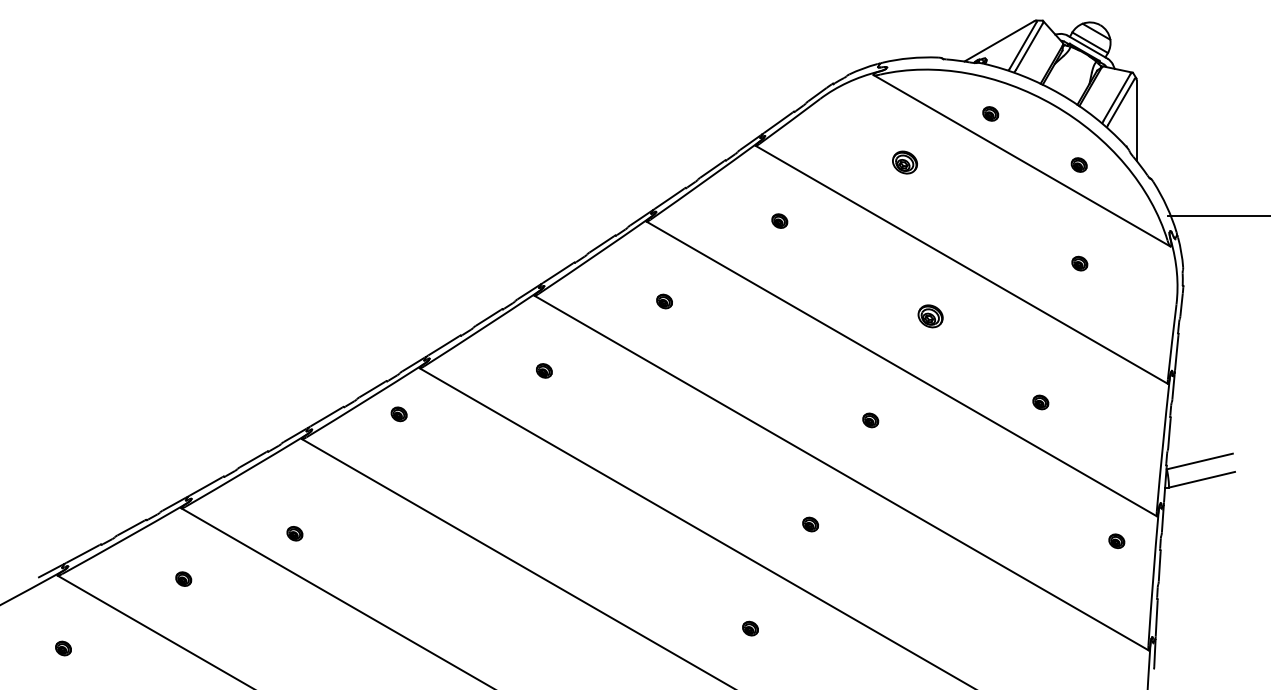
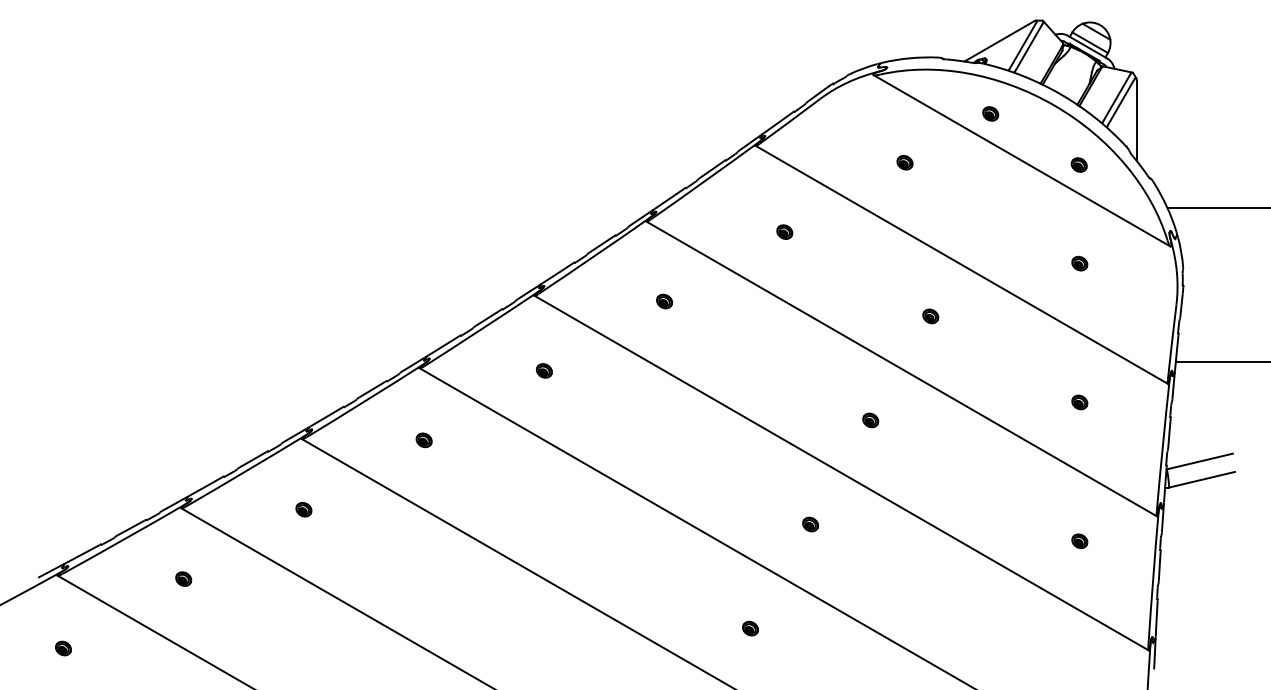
part at (904, 162) size: 26x25 px -> 18x16 px
line at (1217, 216) position: (1217, 216) -> (1217, 208)
part at (779, 220) position: (779, 220) -> (784, 231)
part at (930, 316) size: 27x25 px -> 18x17 px
line at (1221, 362): none -> present
part at (1040, 402) position: (1040, 402) -> (1079, 402)
part at (398, 414) position: (398, 414) -> (423, 440)
part at (294, 533) position: (294, 533) -> (303, 509)
part at (1116, 540) position: (1116, 540) -> (1079, 540)
